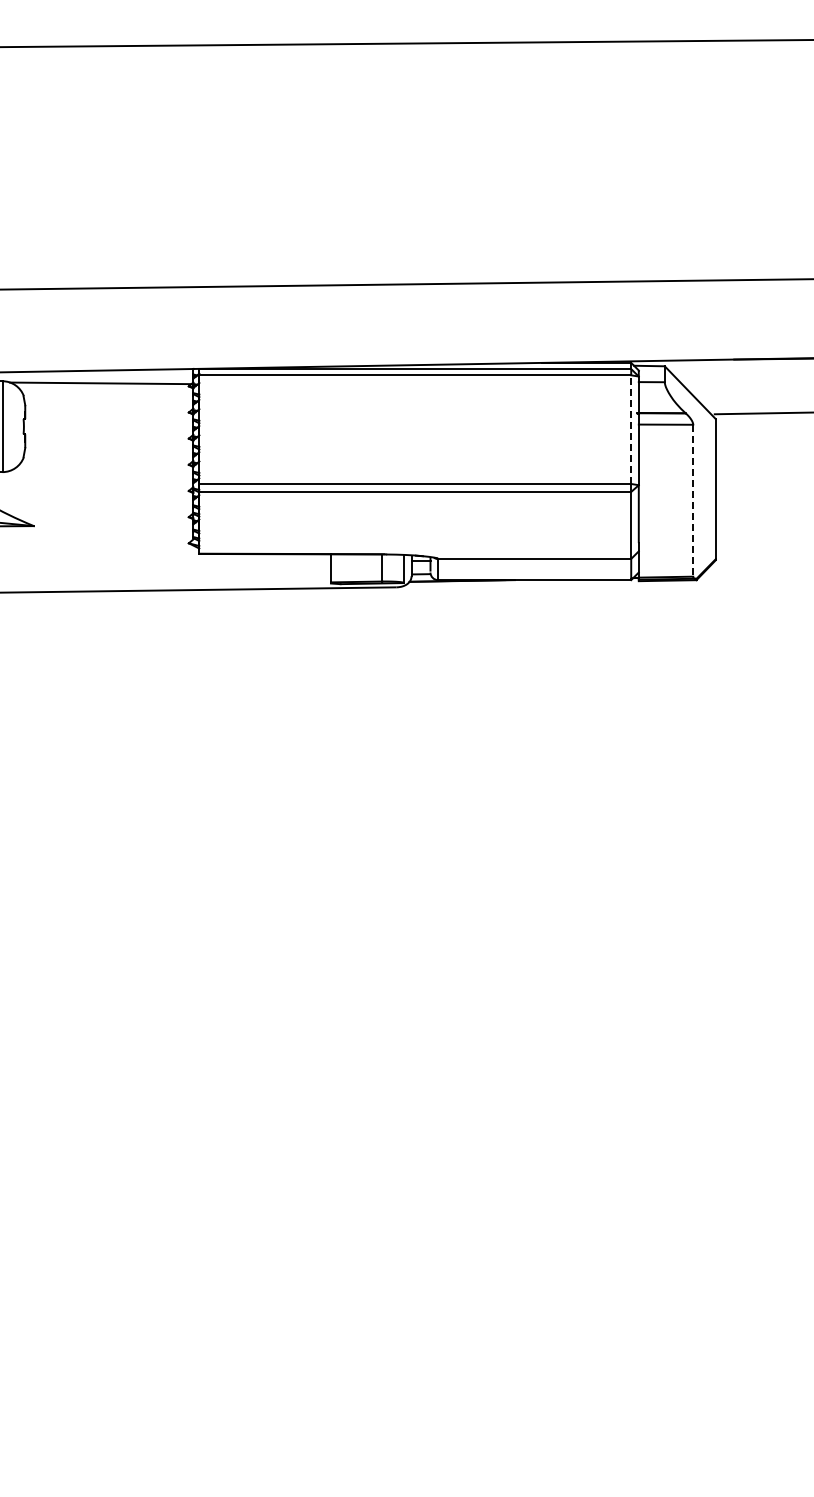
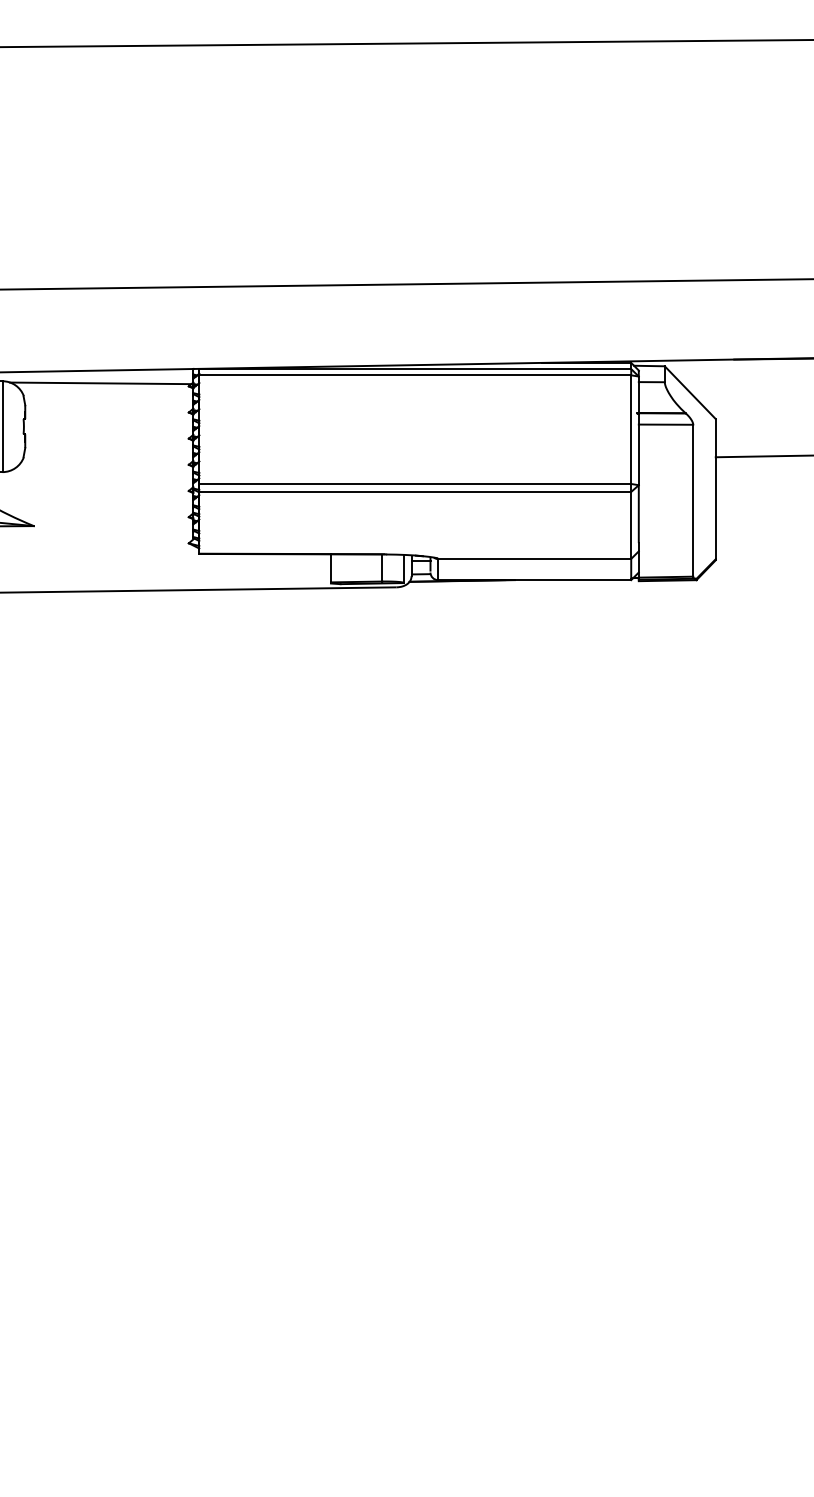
line at (762, 413) position: (762, 413) -> (762, 456)
line at (631, 429): dashed -> solid
line at (693, 500): dashed -> solid
